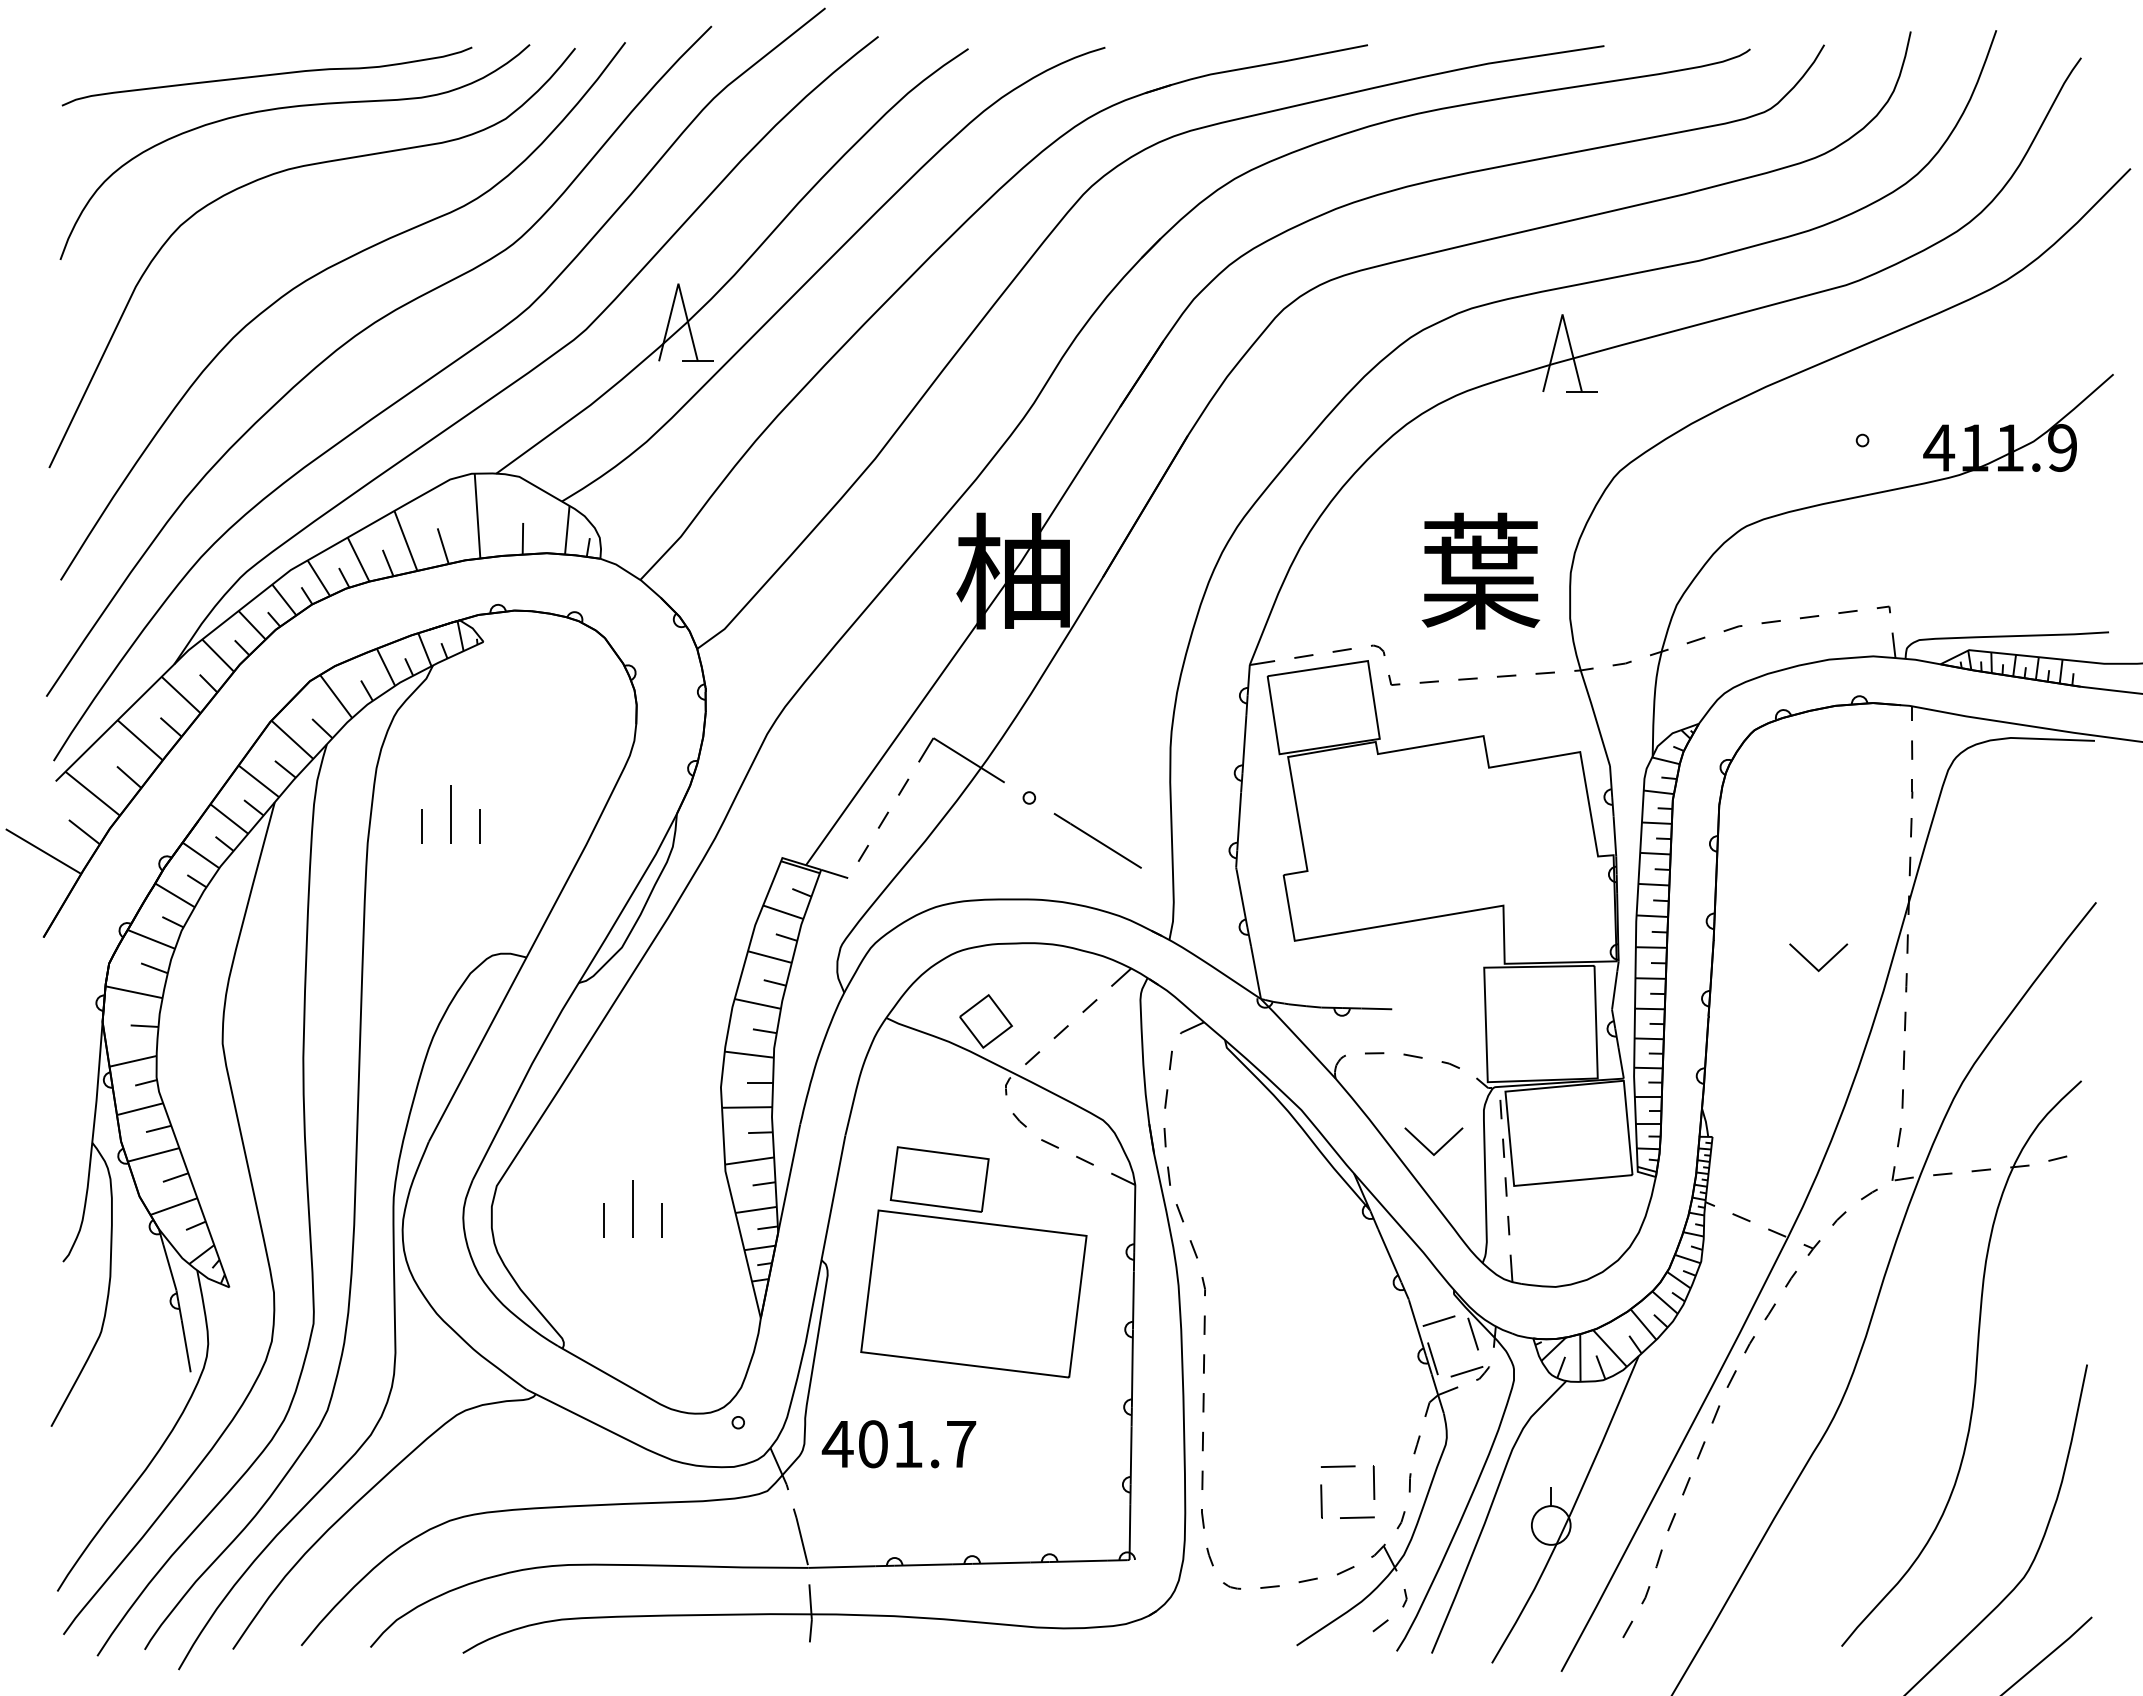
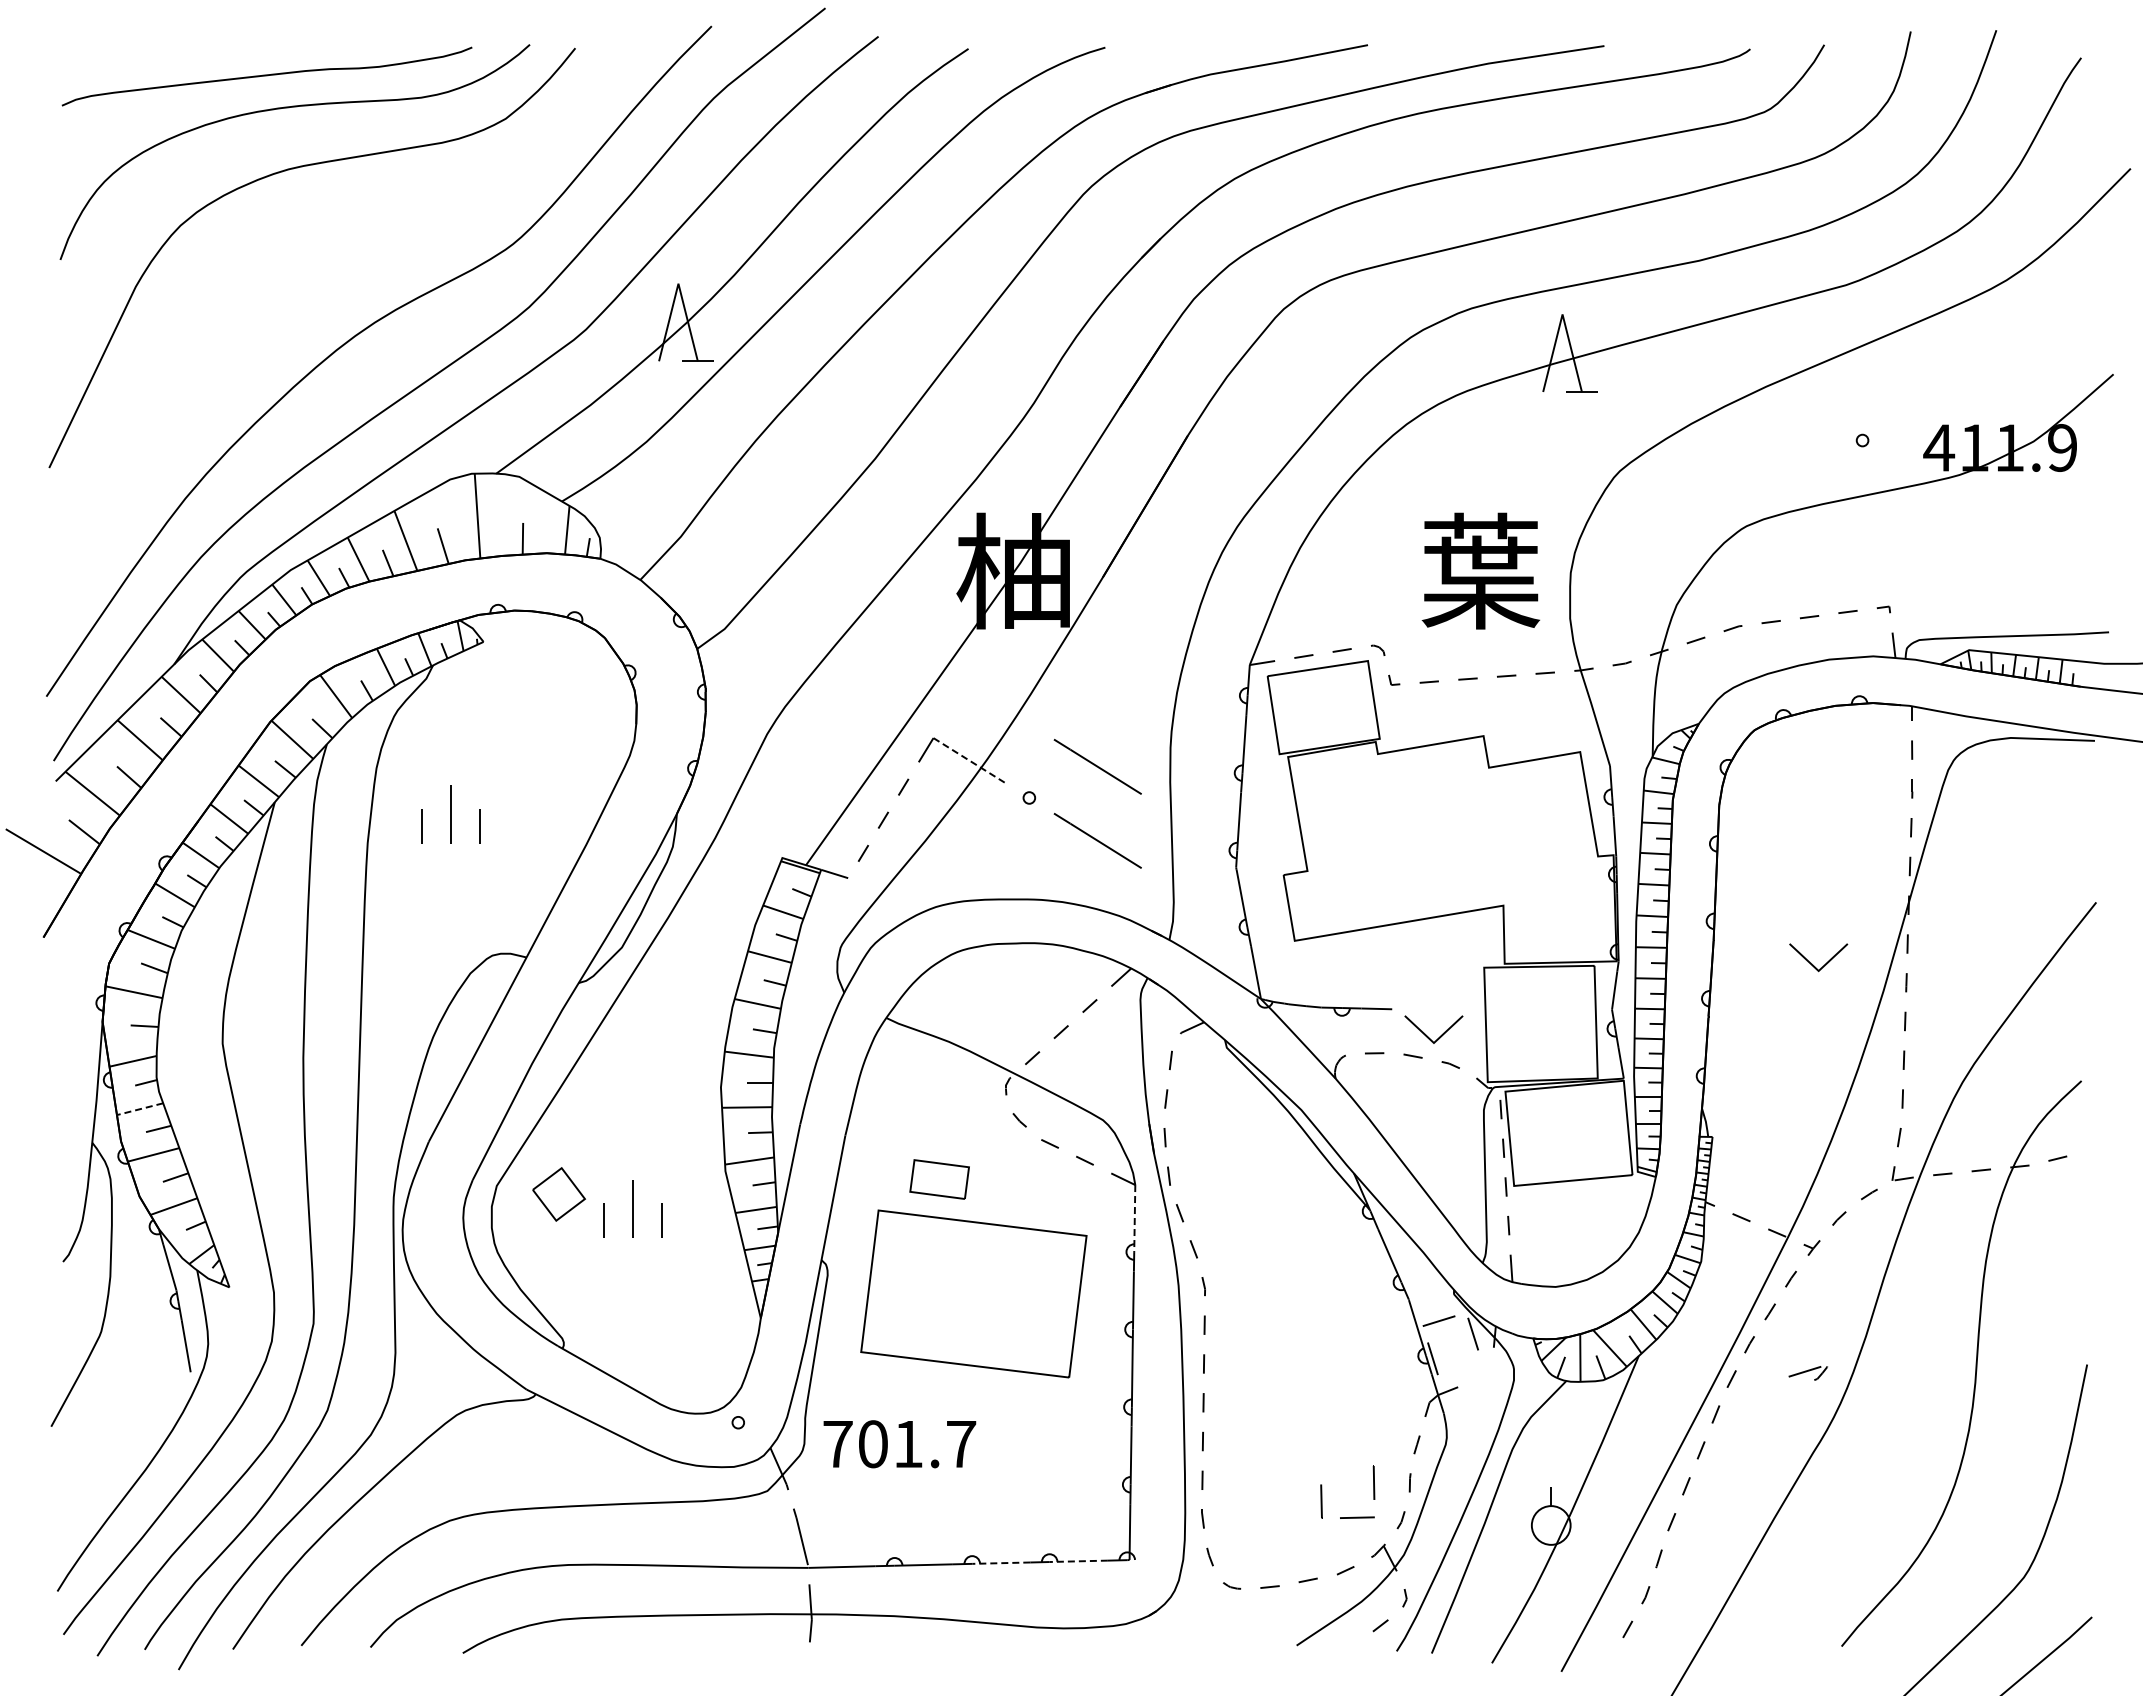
curve at (319, 274): present -> none
line at (969, 760): solid -> dashed
line at (1097, 766): none -> present
part at (985, 1021) position: (985, 1021) -> (558, 1194)
line at (140, 1109): solid -> dashed
part at (1427, 1147) position: (1427, 1147) -> (1427, 1035)
part at (939, 1179) size: 101x67 px -> 61x41 px
line at (1134, 1218): solid -> dashed
part at (1469, 1373) position: (1469, 1373) -> (1807, 1373)
text at (837, 1444): 401.7 -> 701.7
line at (1337, 1466): present -> none
line at (1078, 1561): solid -> dashed
line at (1000, 1563): solid -> dashed
